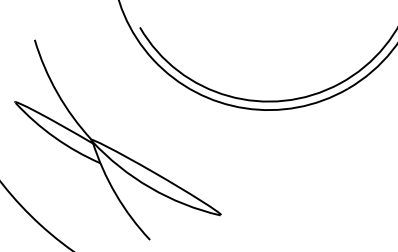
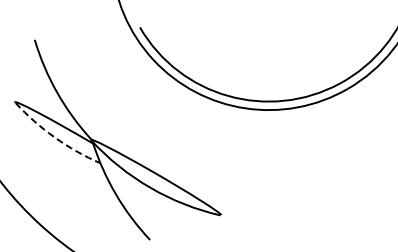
arc at (54, 137): solid -> dashed
